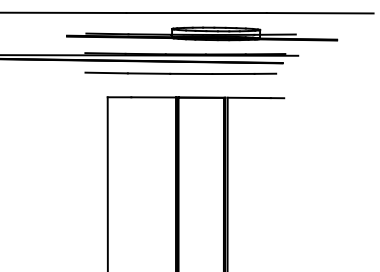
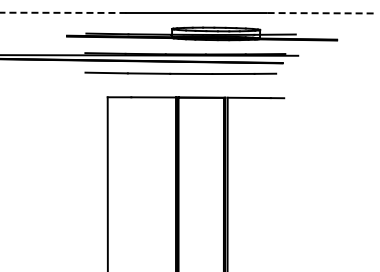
line at (62, 12): solid -> dashed
line at (319, 13): solid -> dashed
